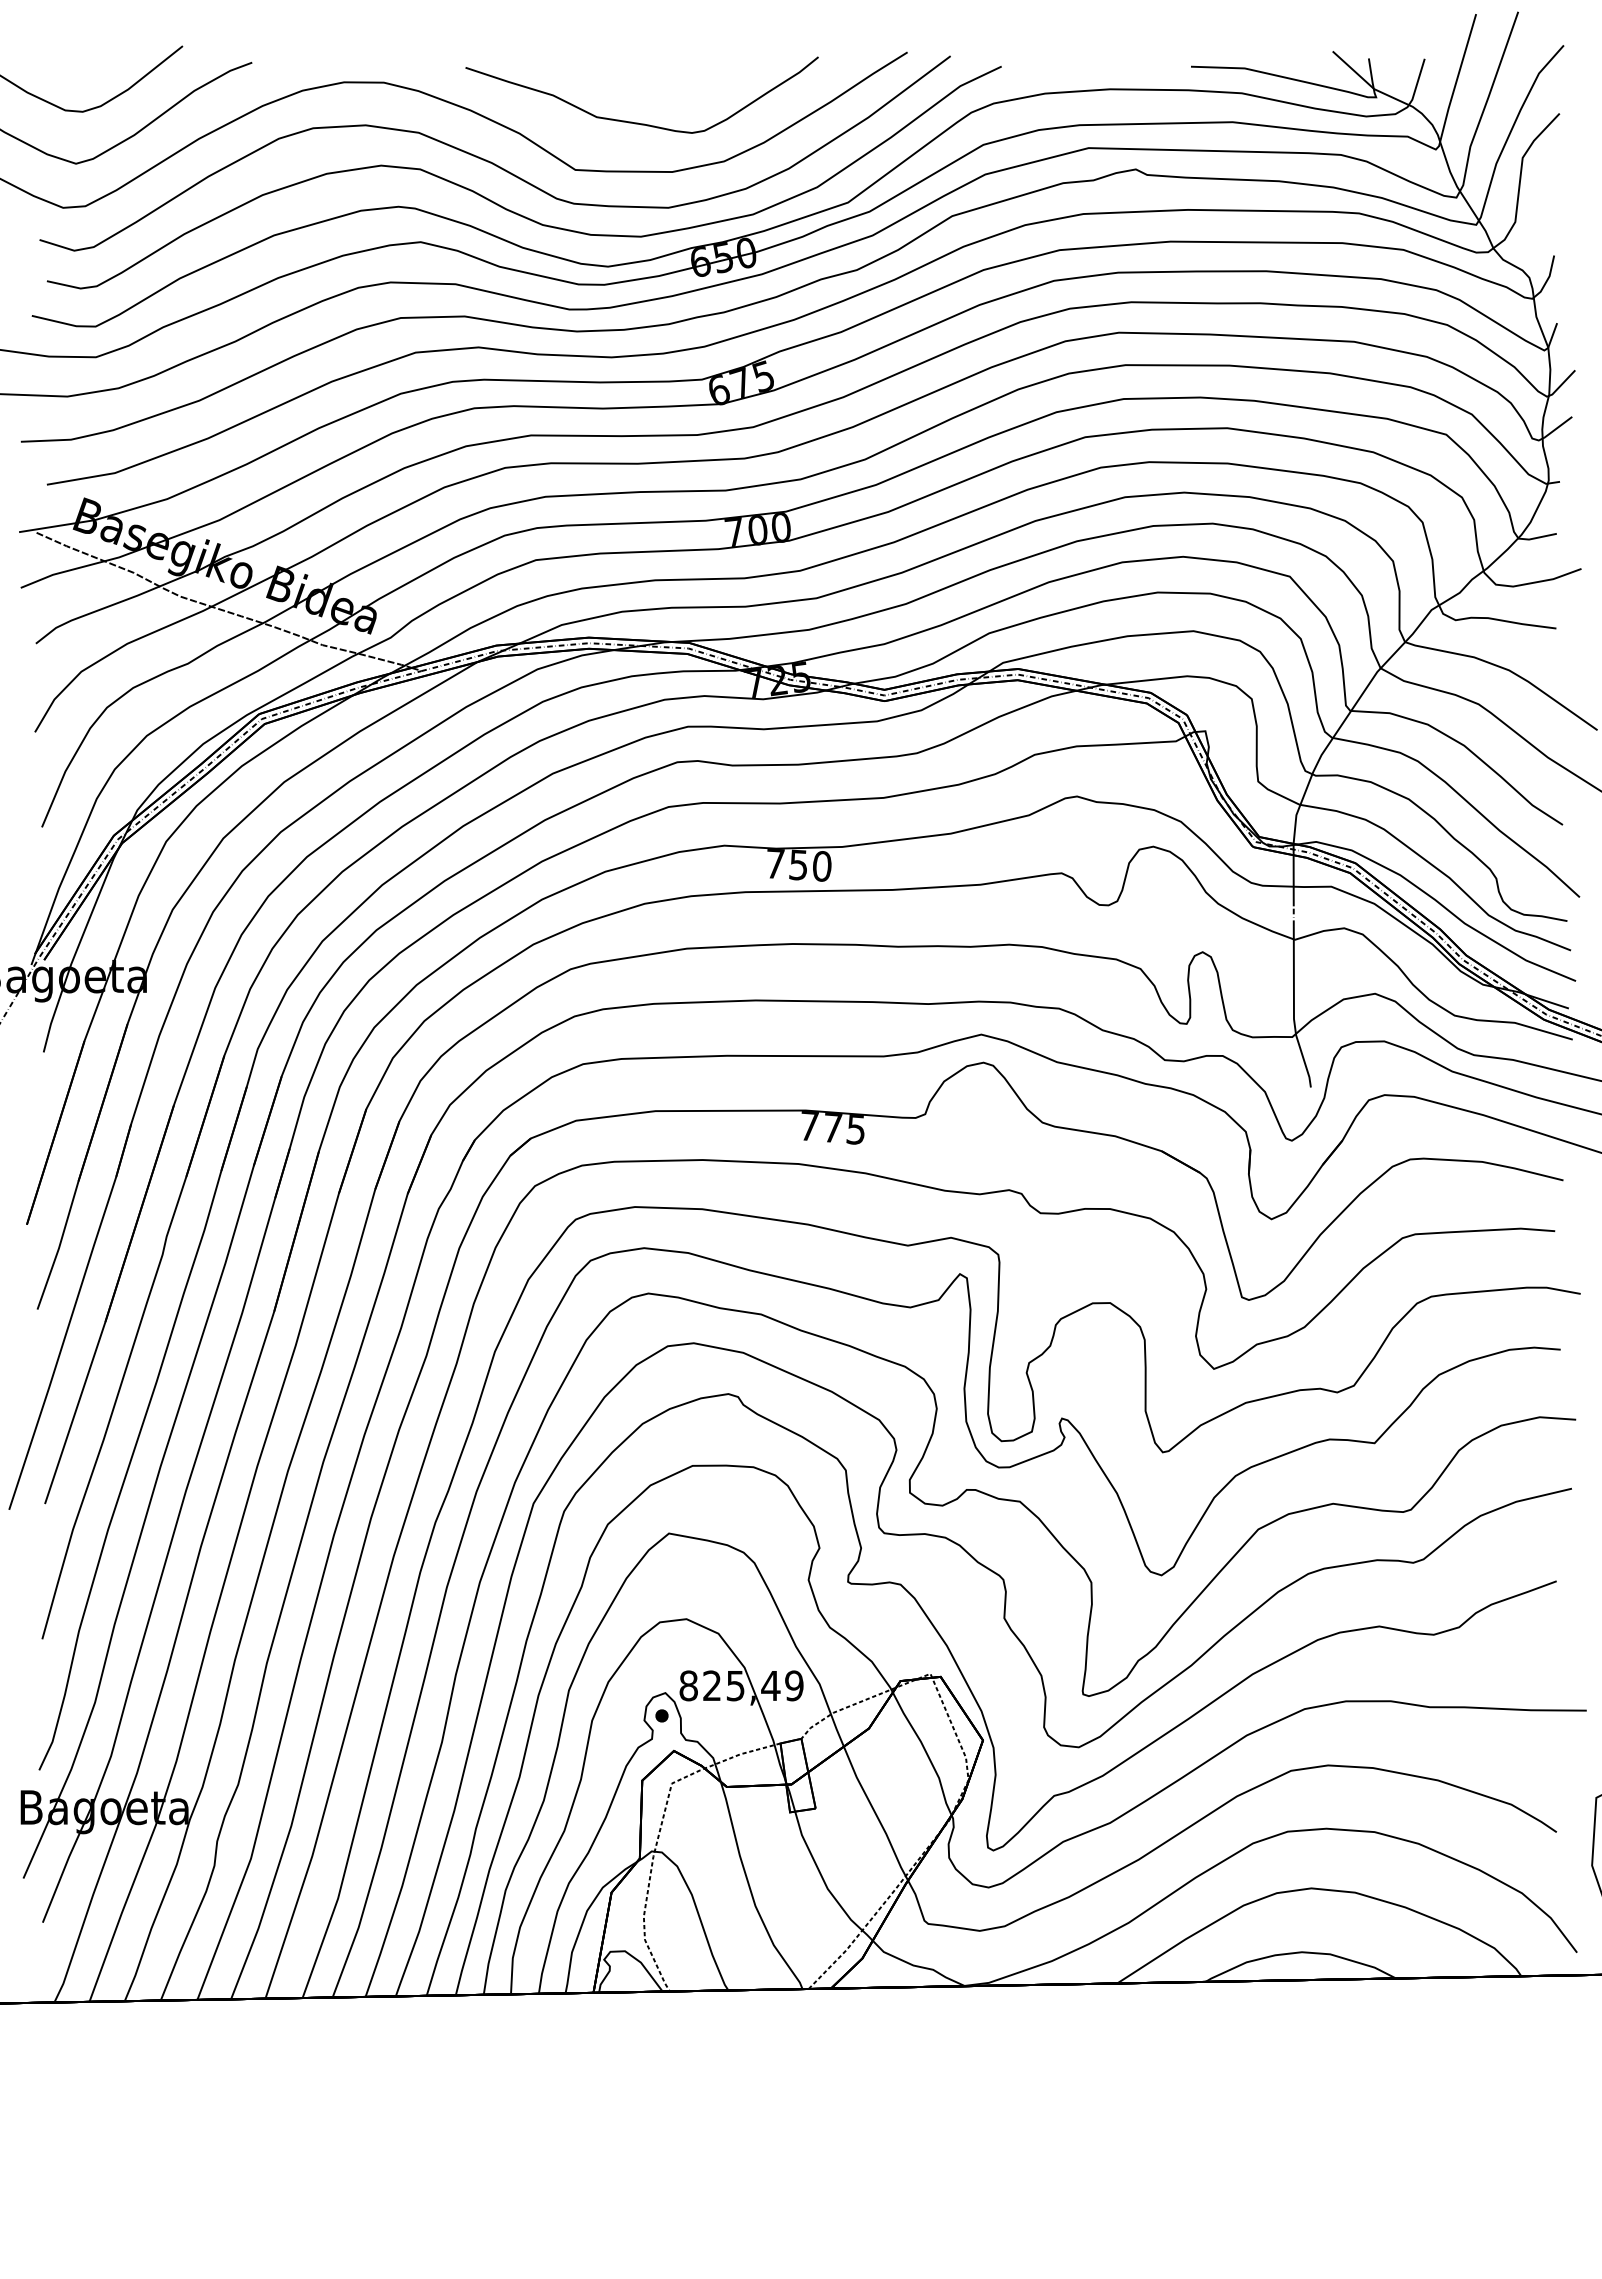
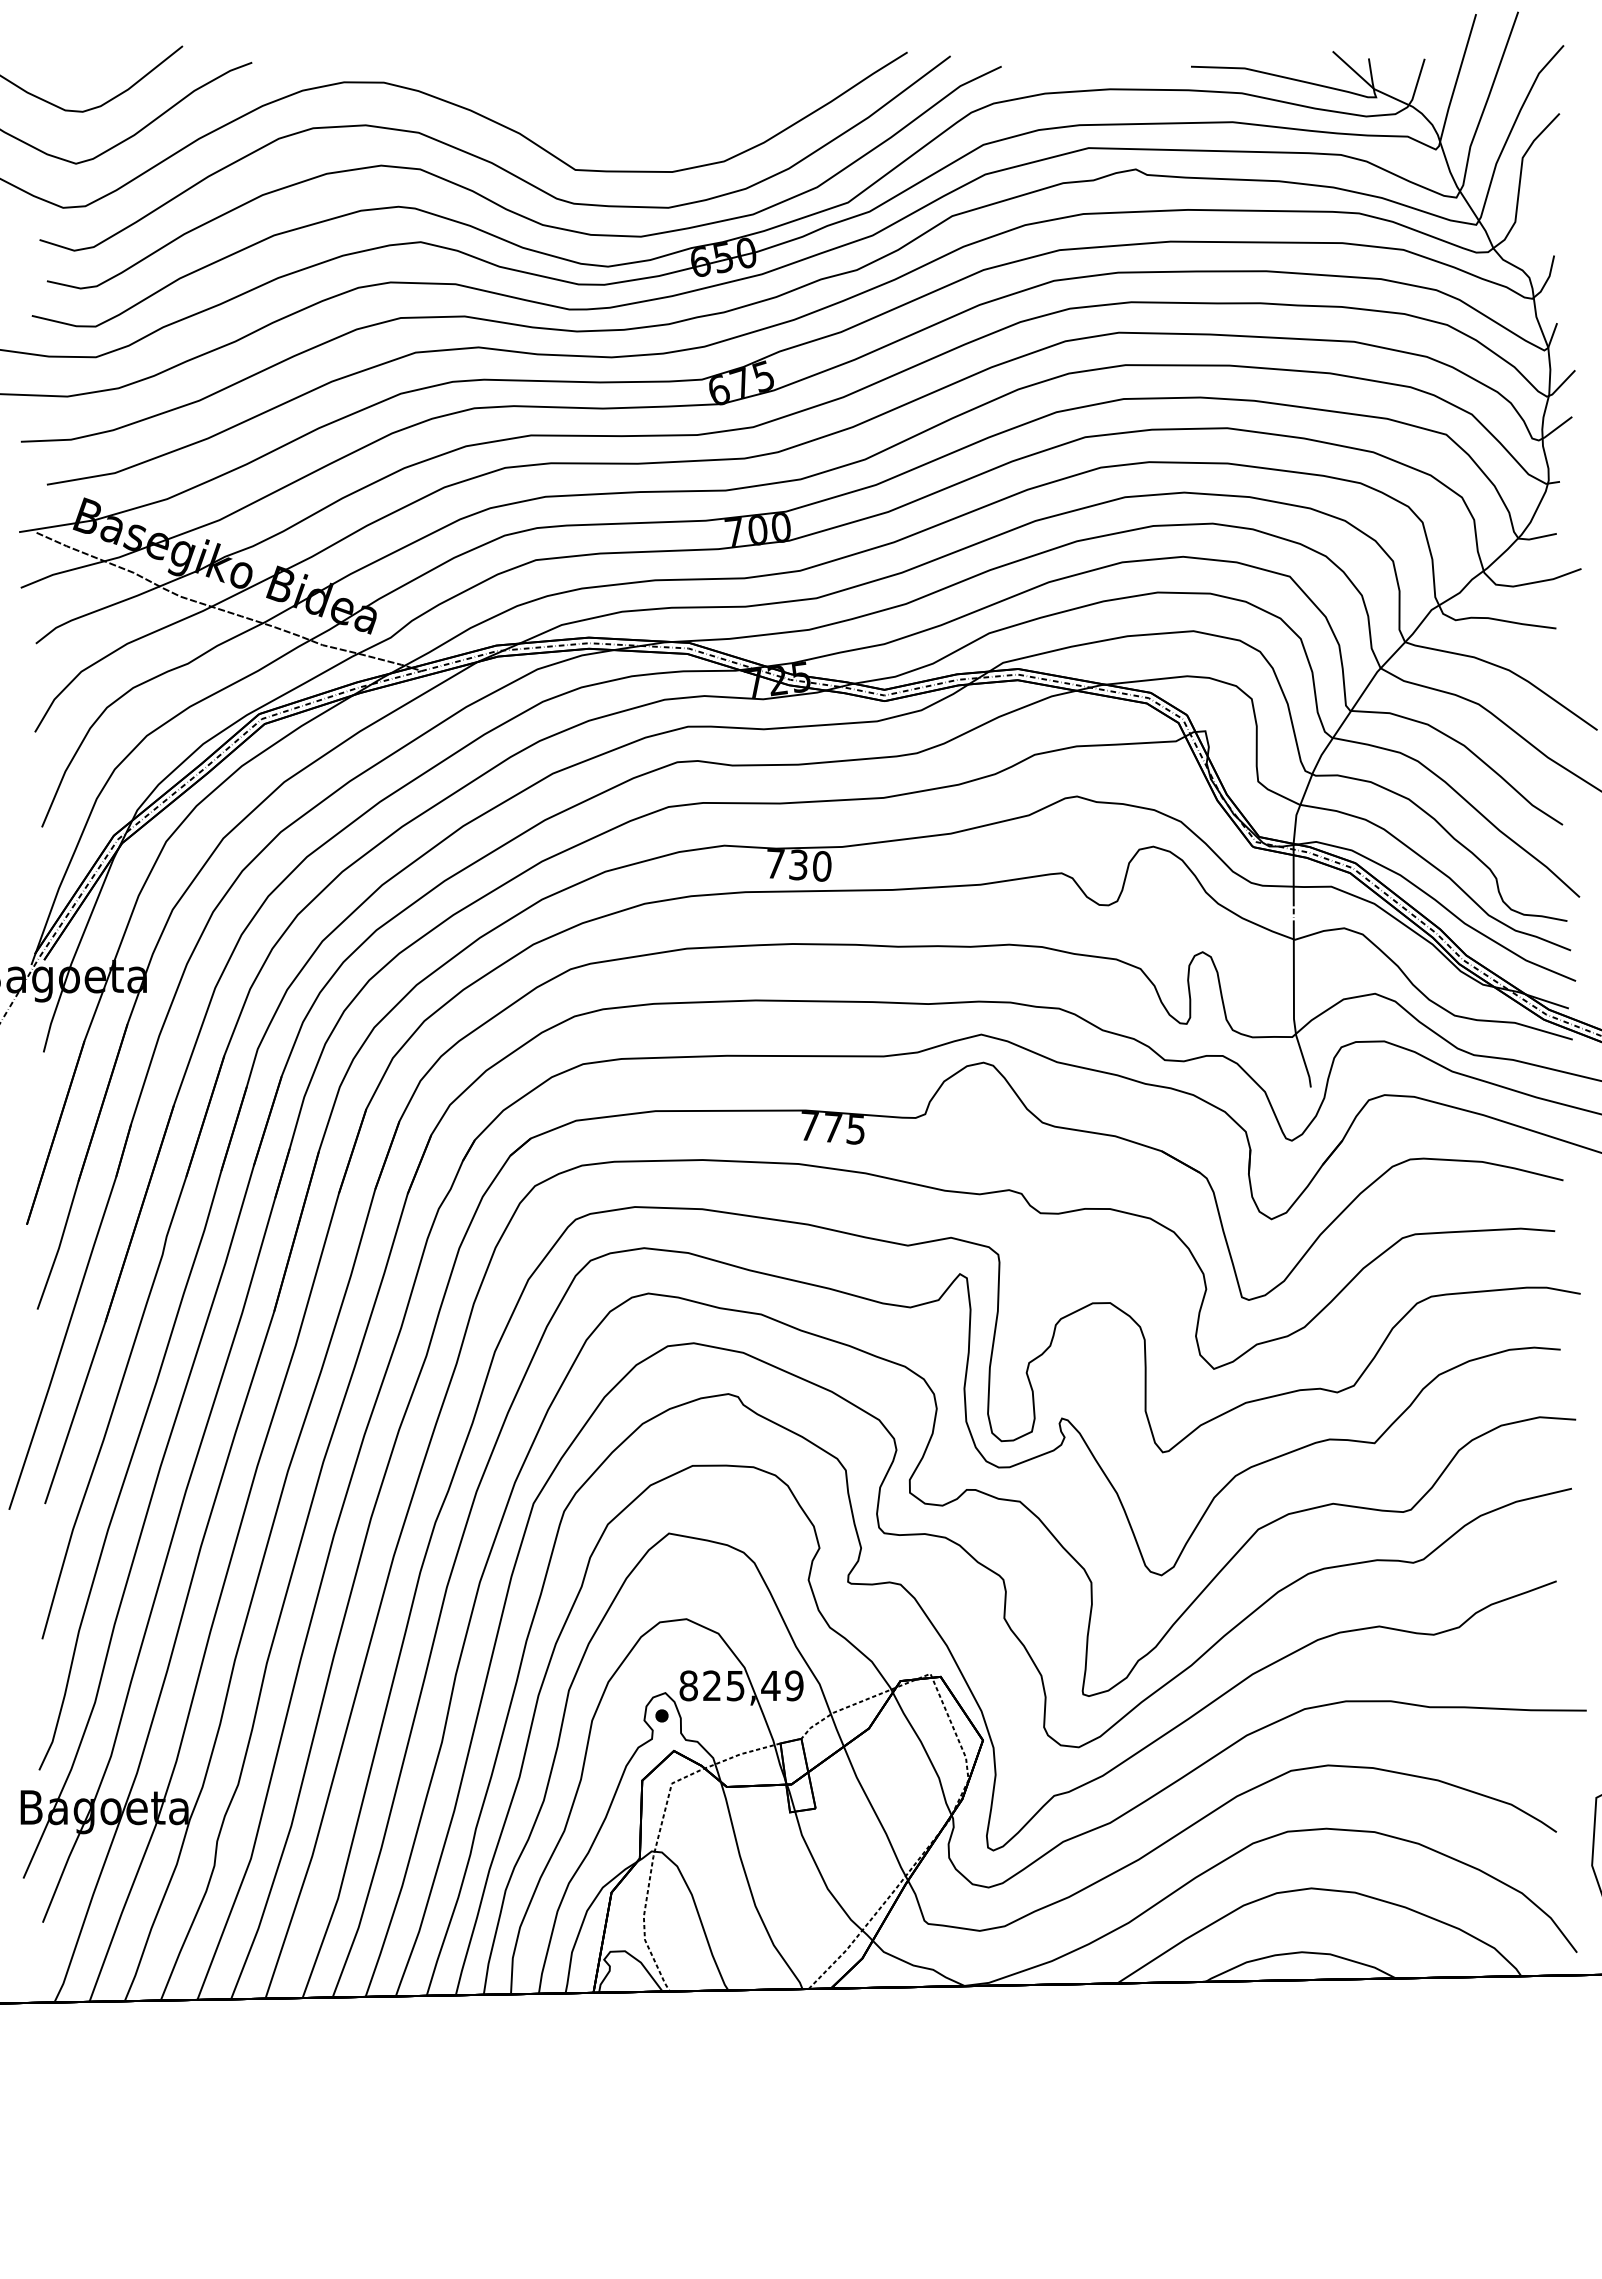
curve at (638, 122): present -> none
text at (798, 864): 750 -> 730
